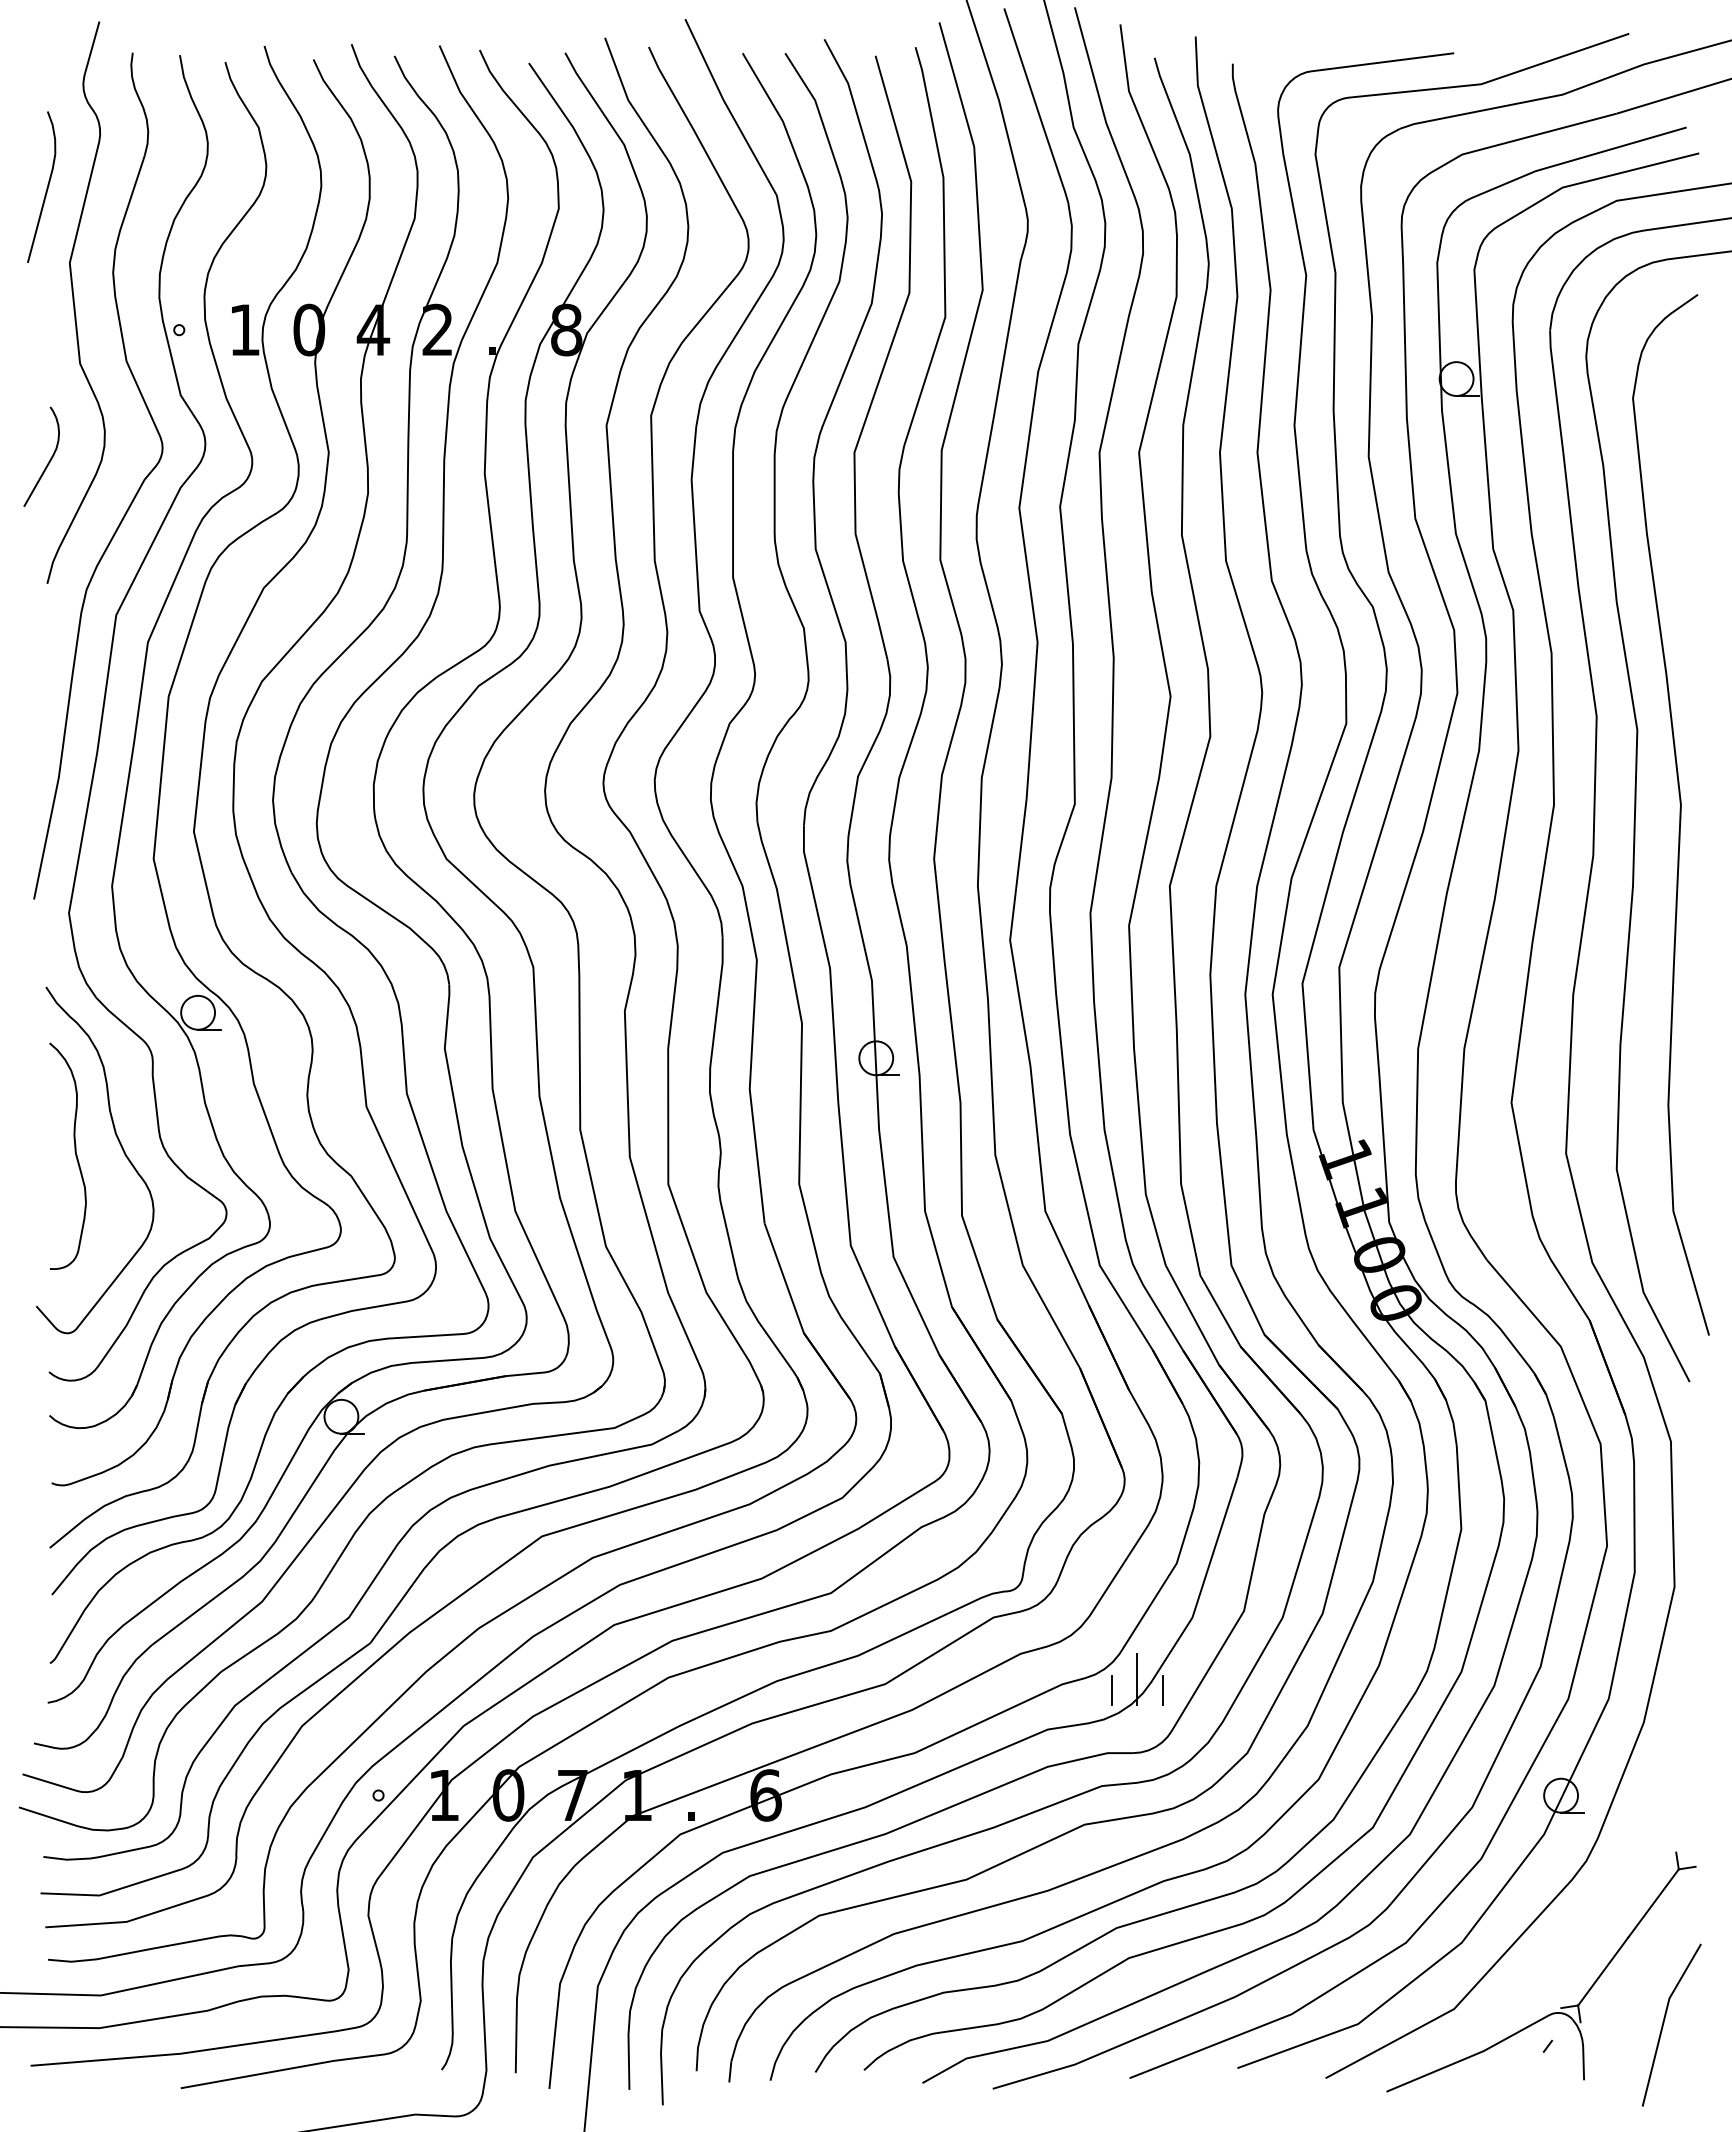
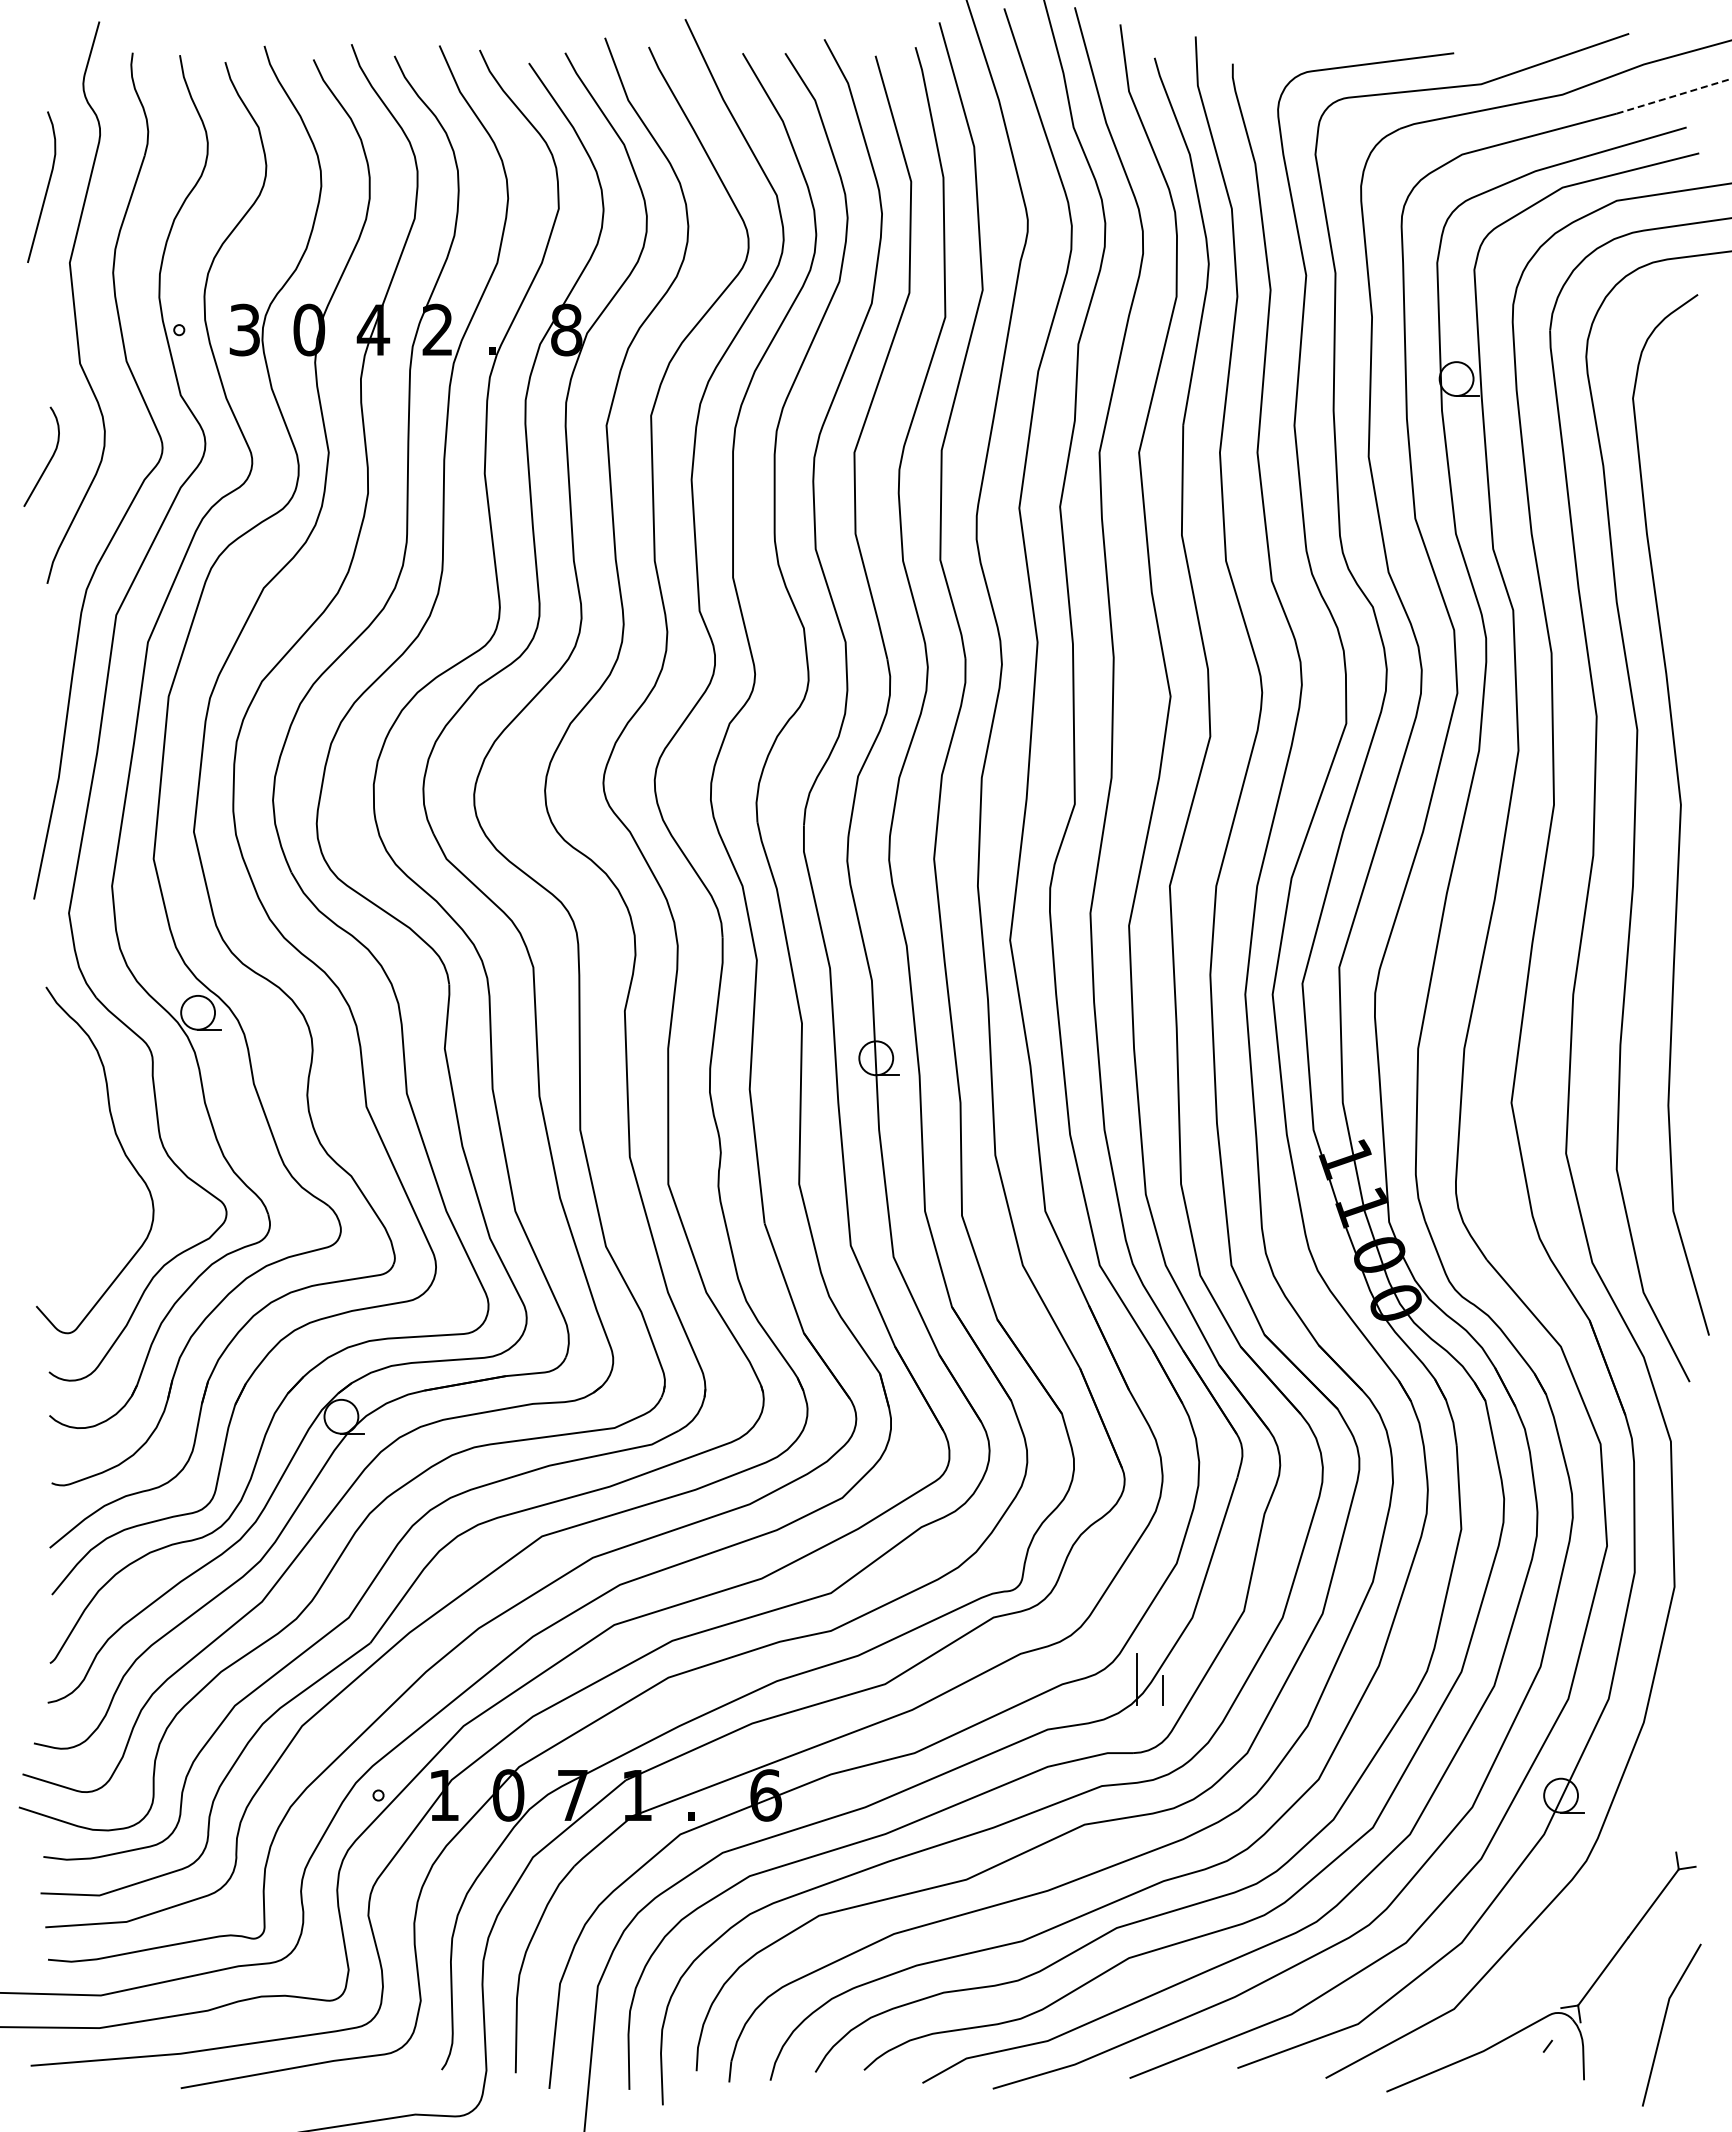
line at (1674, 96): solid -> dashed
text at (244, 329): 1 -> 3
part at (74, 1152): present -> none
line at (1111, 1690): present -> none
